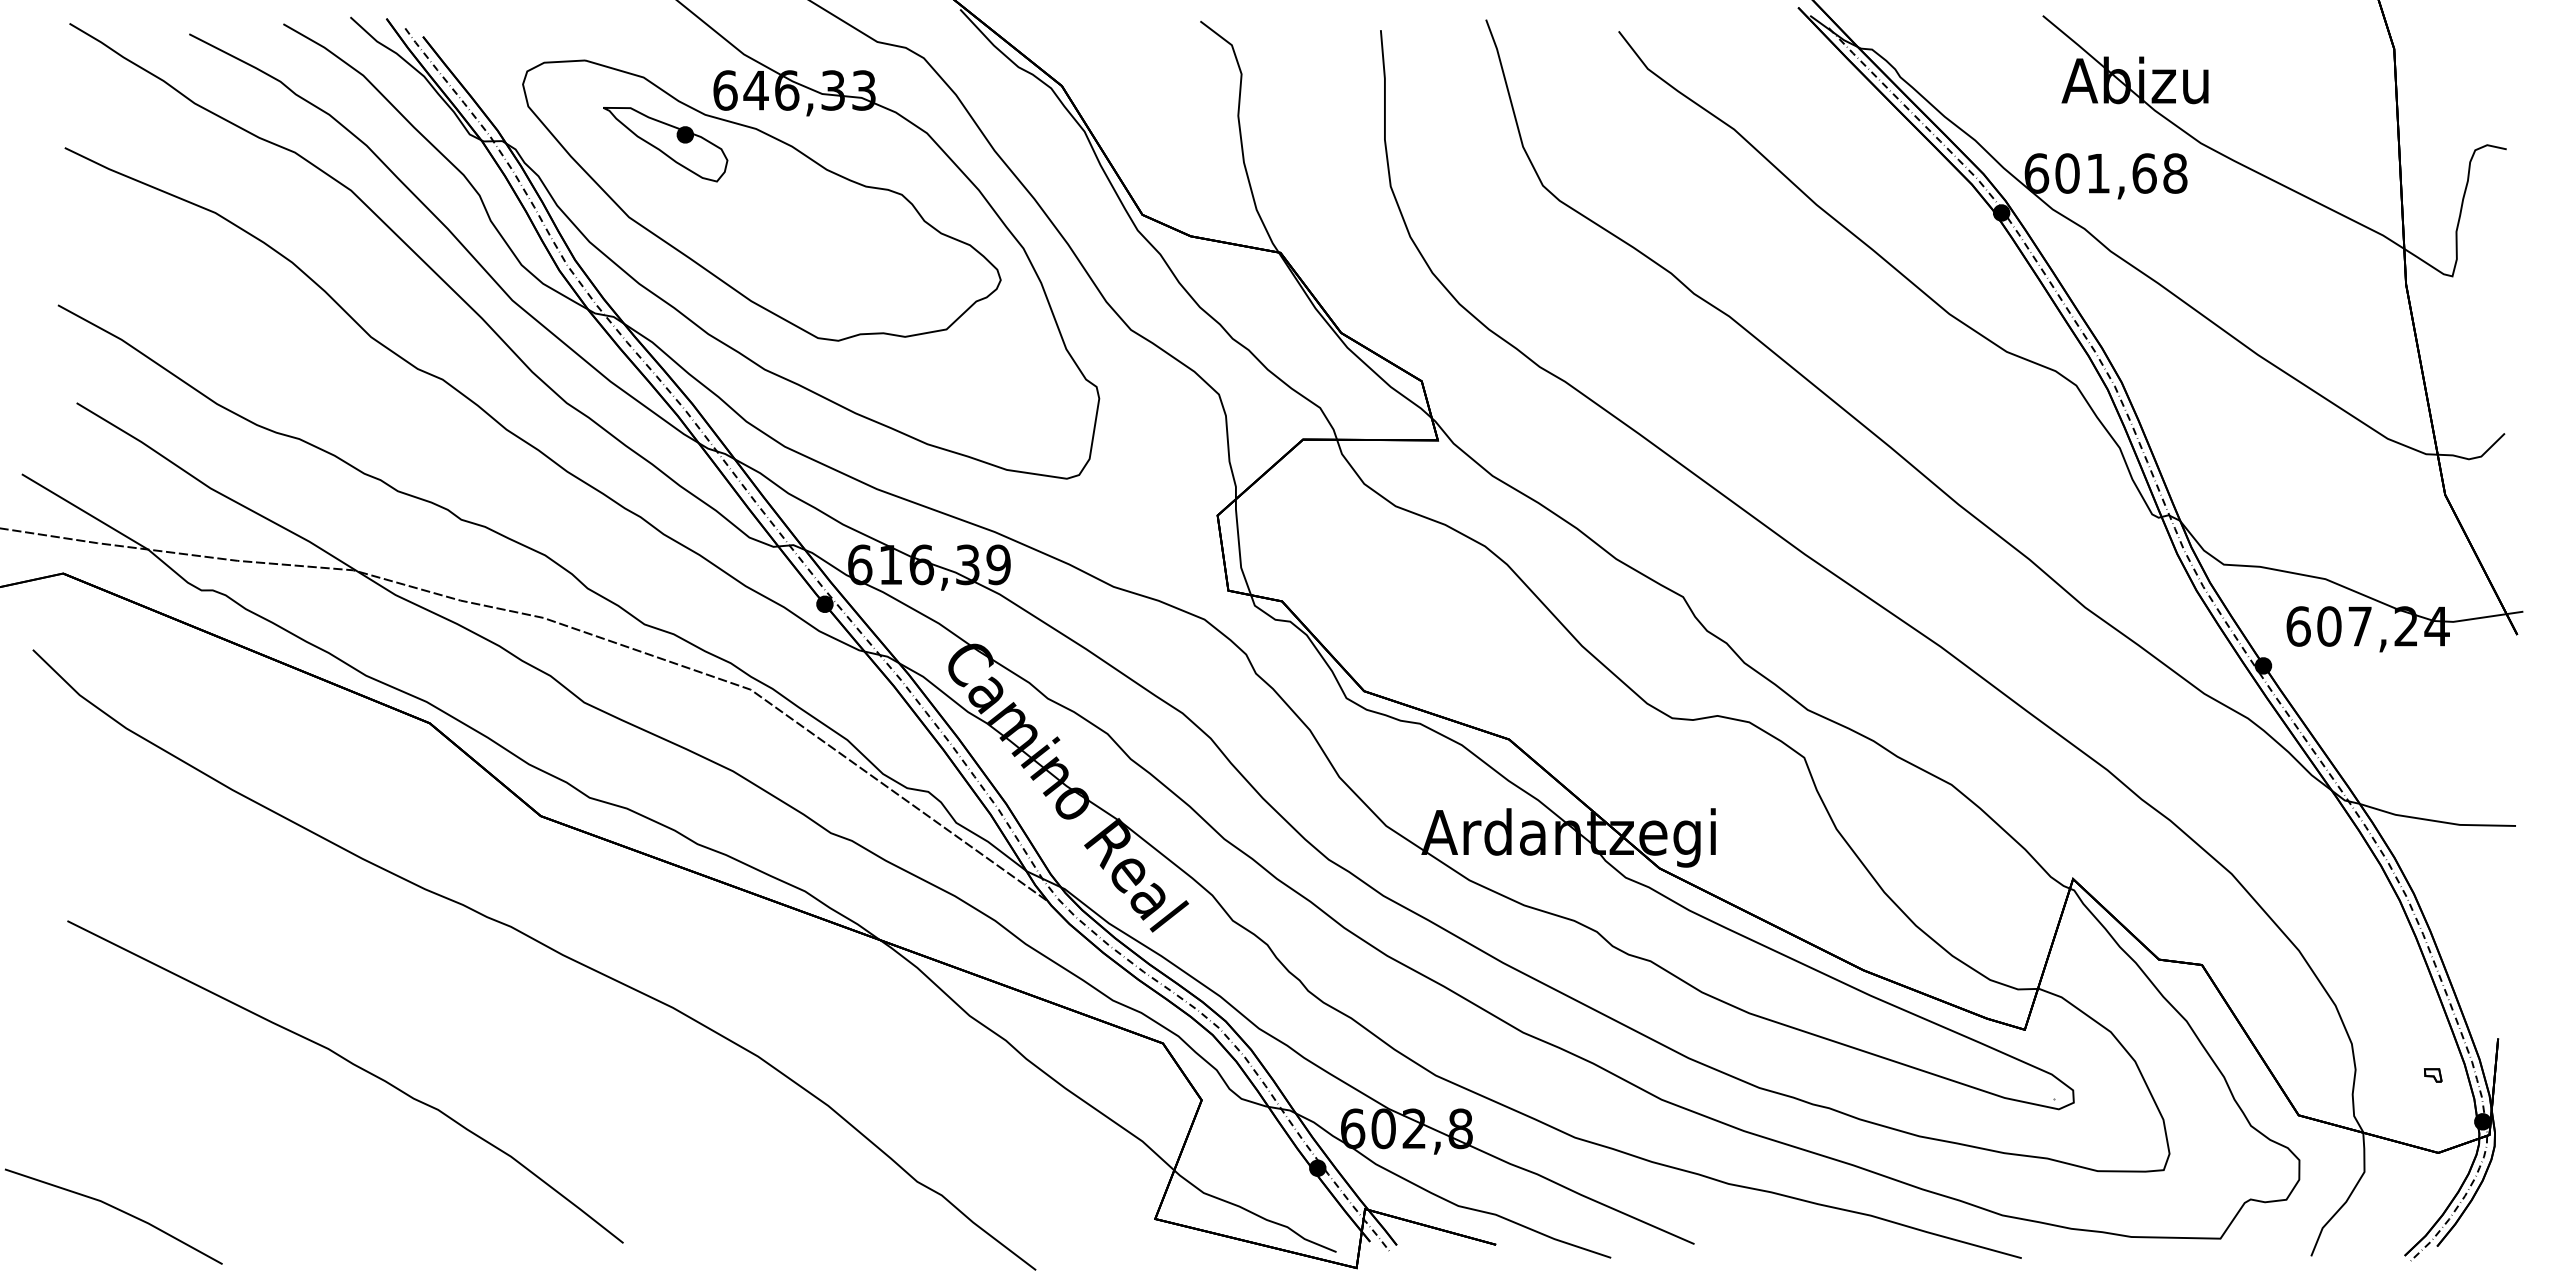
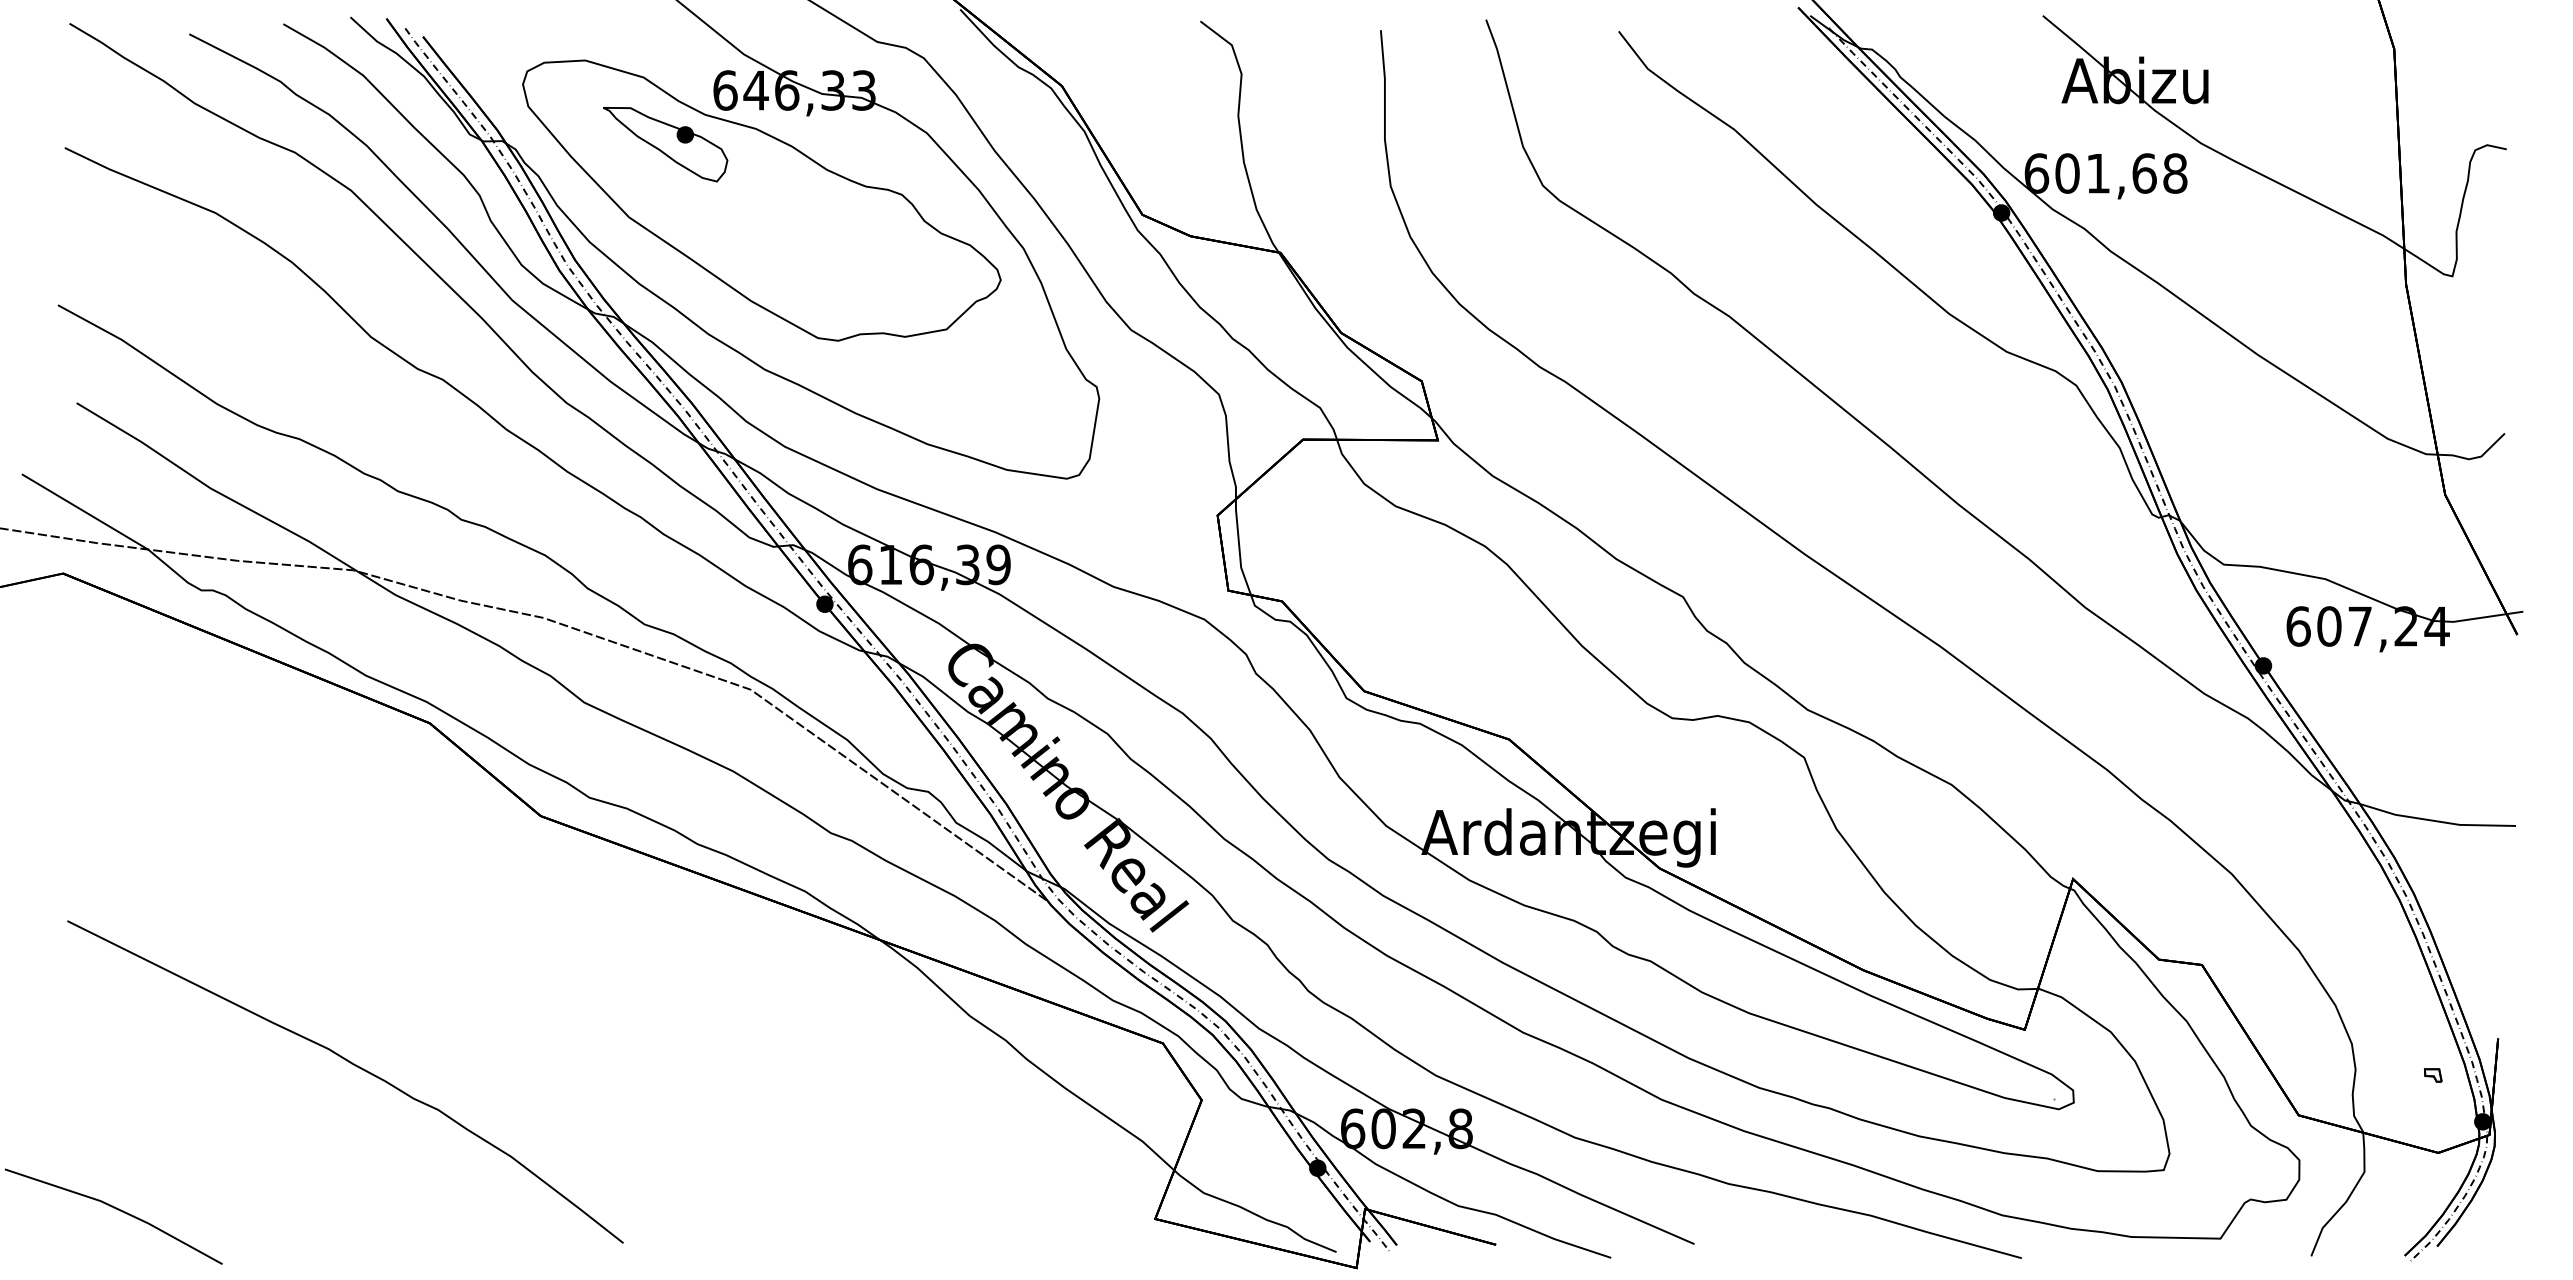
curve at (544, 946): present -> none
